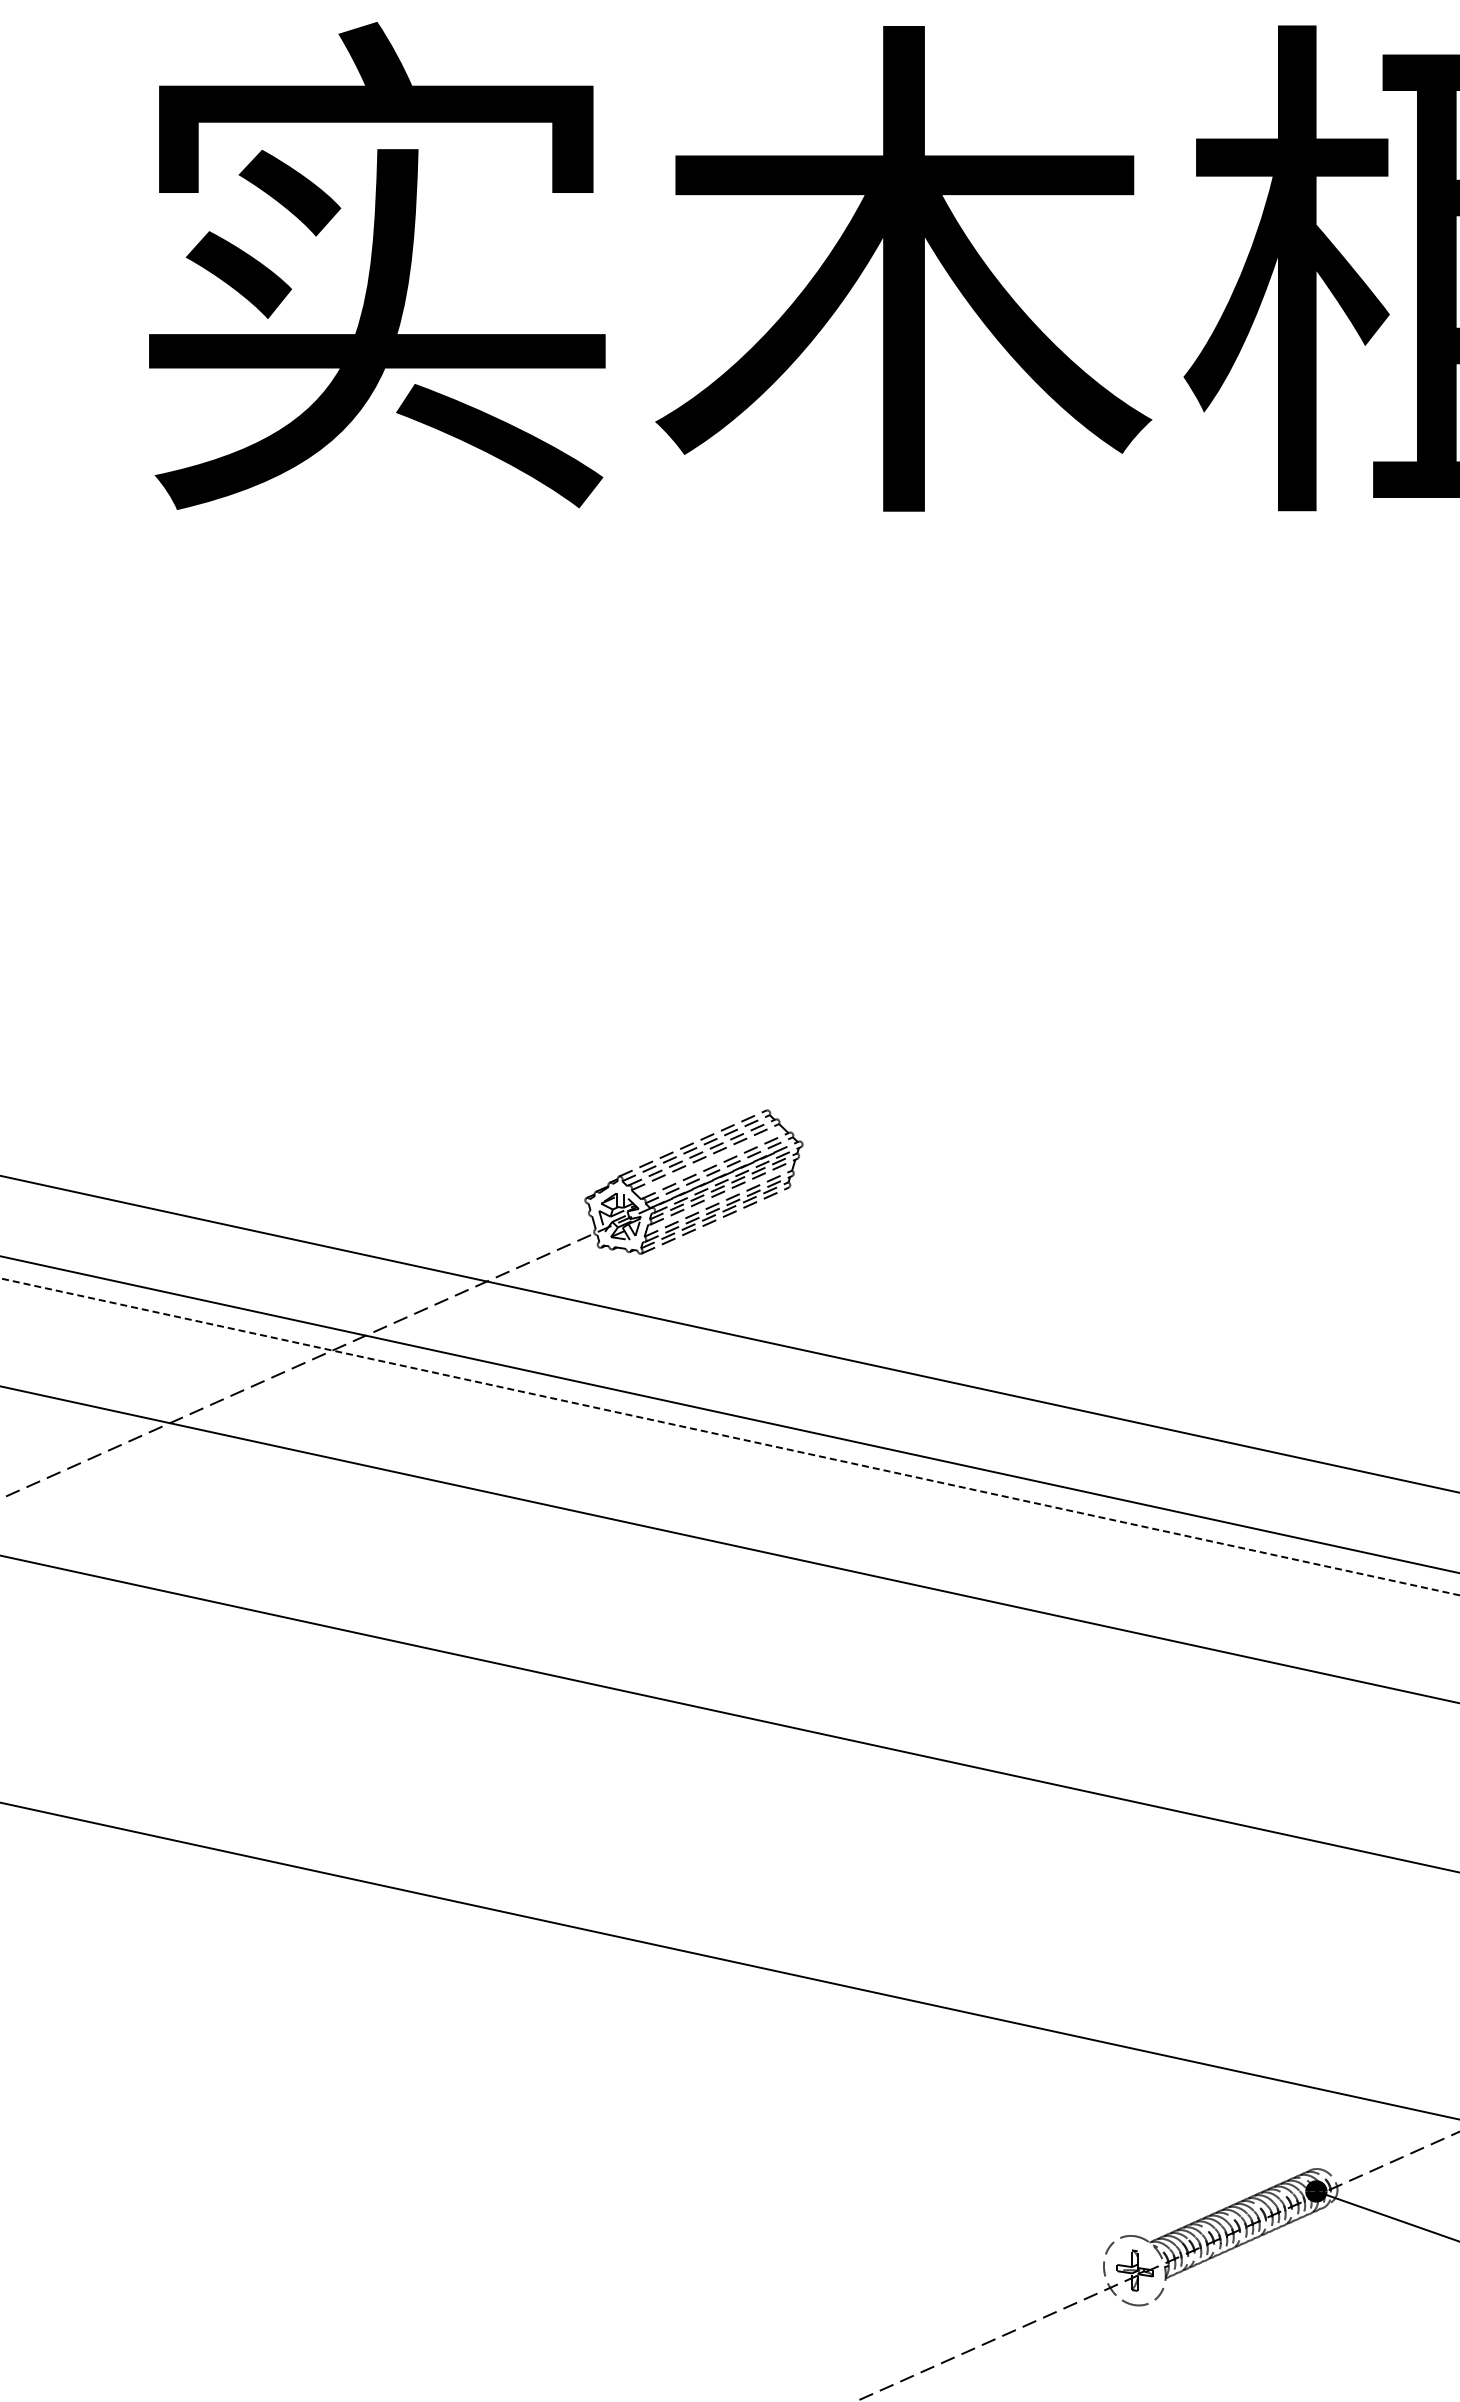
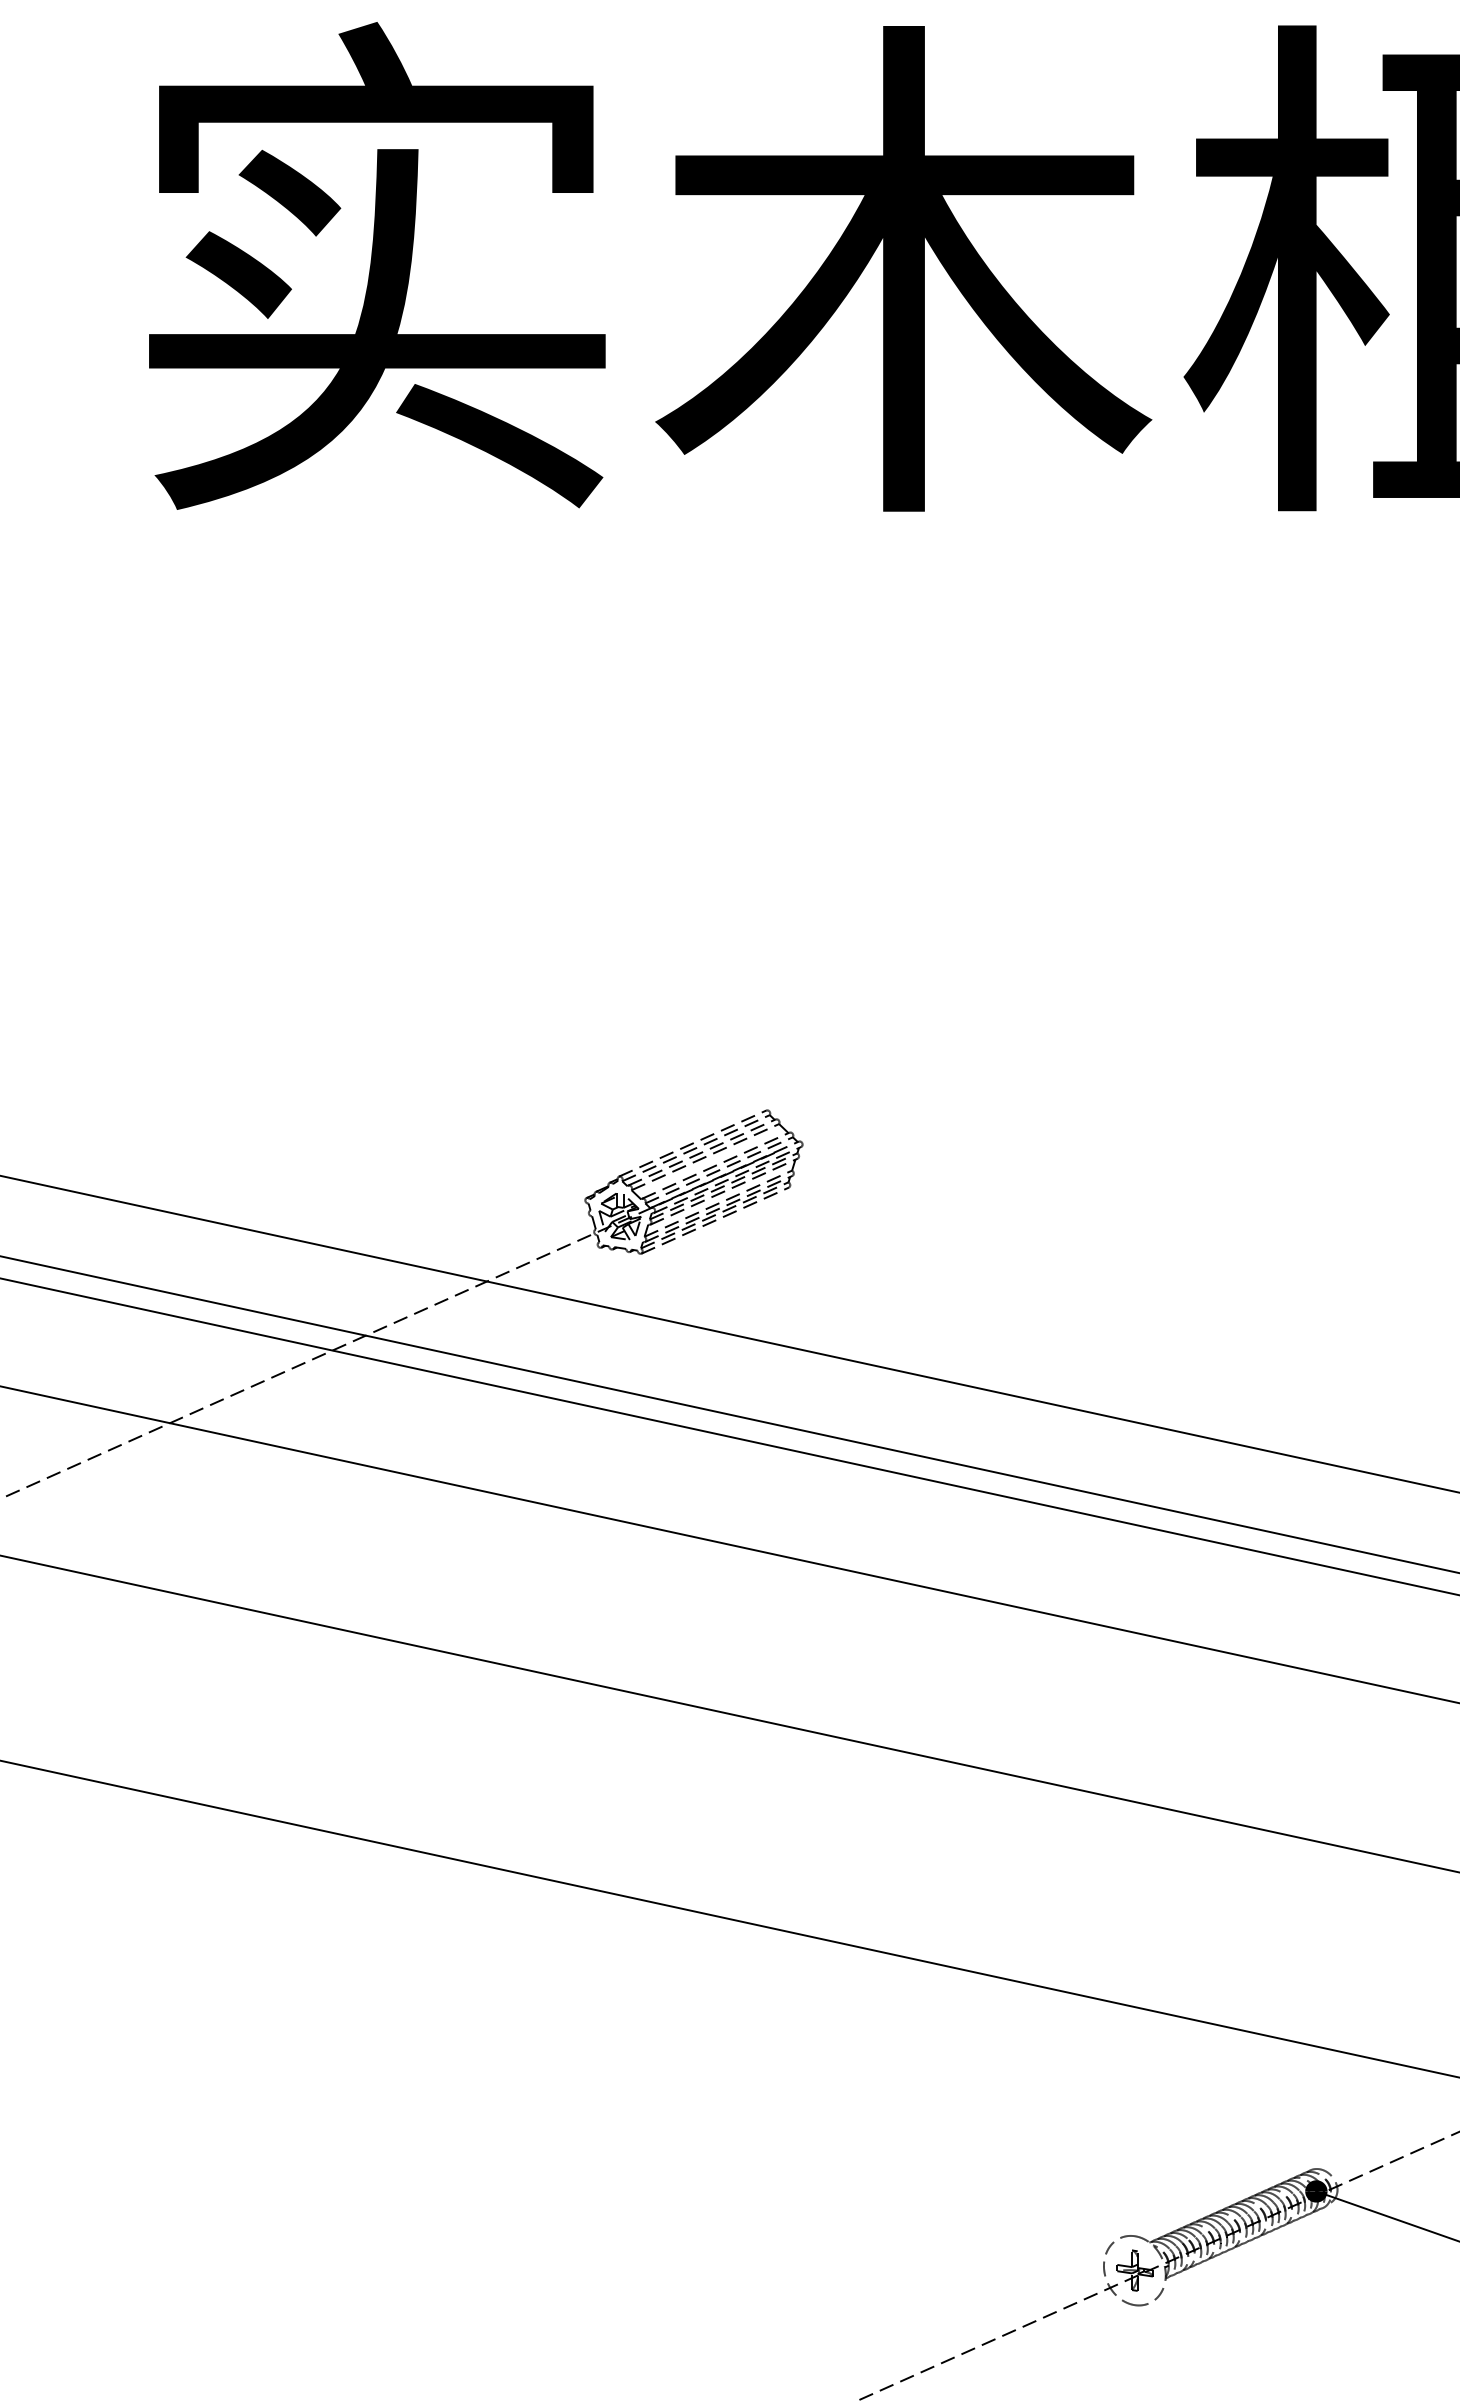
line at (729, 1436): dashed -> solid
line at (729, 1960) position: (729, 1960) -> (729, 1918)
